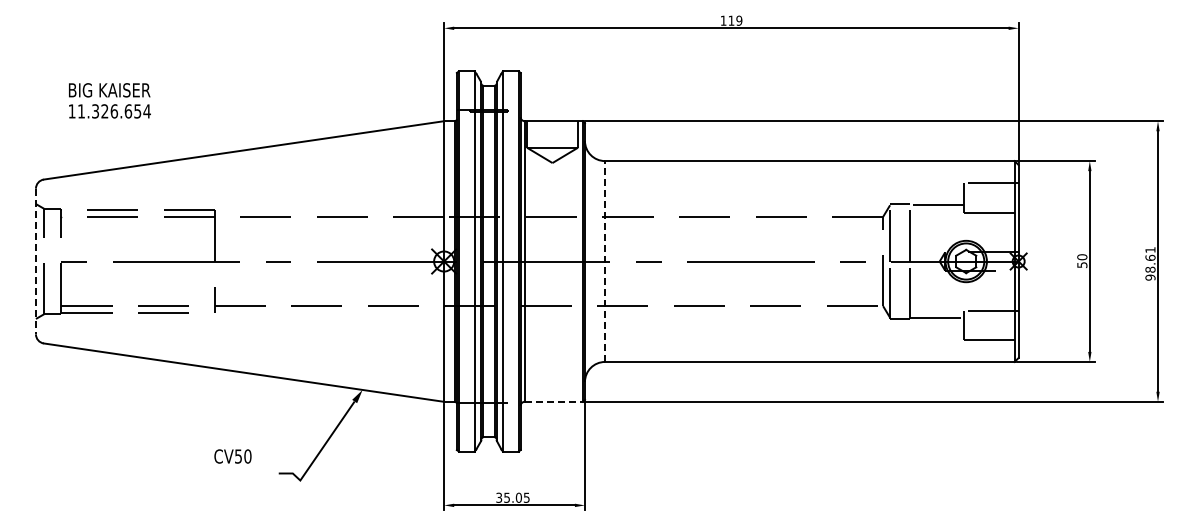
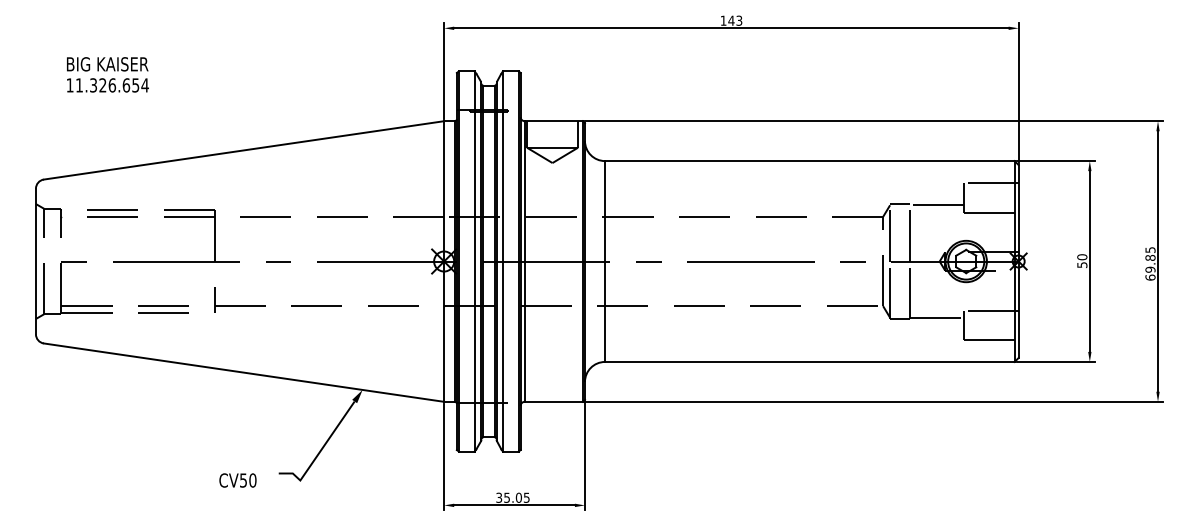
text at (735, 20): 119 -> 143
text at (109, 100) position: (109, 100) -> (107, 74)
line at (35, 261): dashed -> solid
line at (605, 261): dashed -> solid
text at (1150, 263): 98.61 -> 69.85
line at (554, 401): dashed -> solid
text at (232, 456) position: (232, 456) -> (237, 480)
